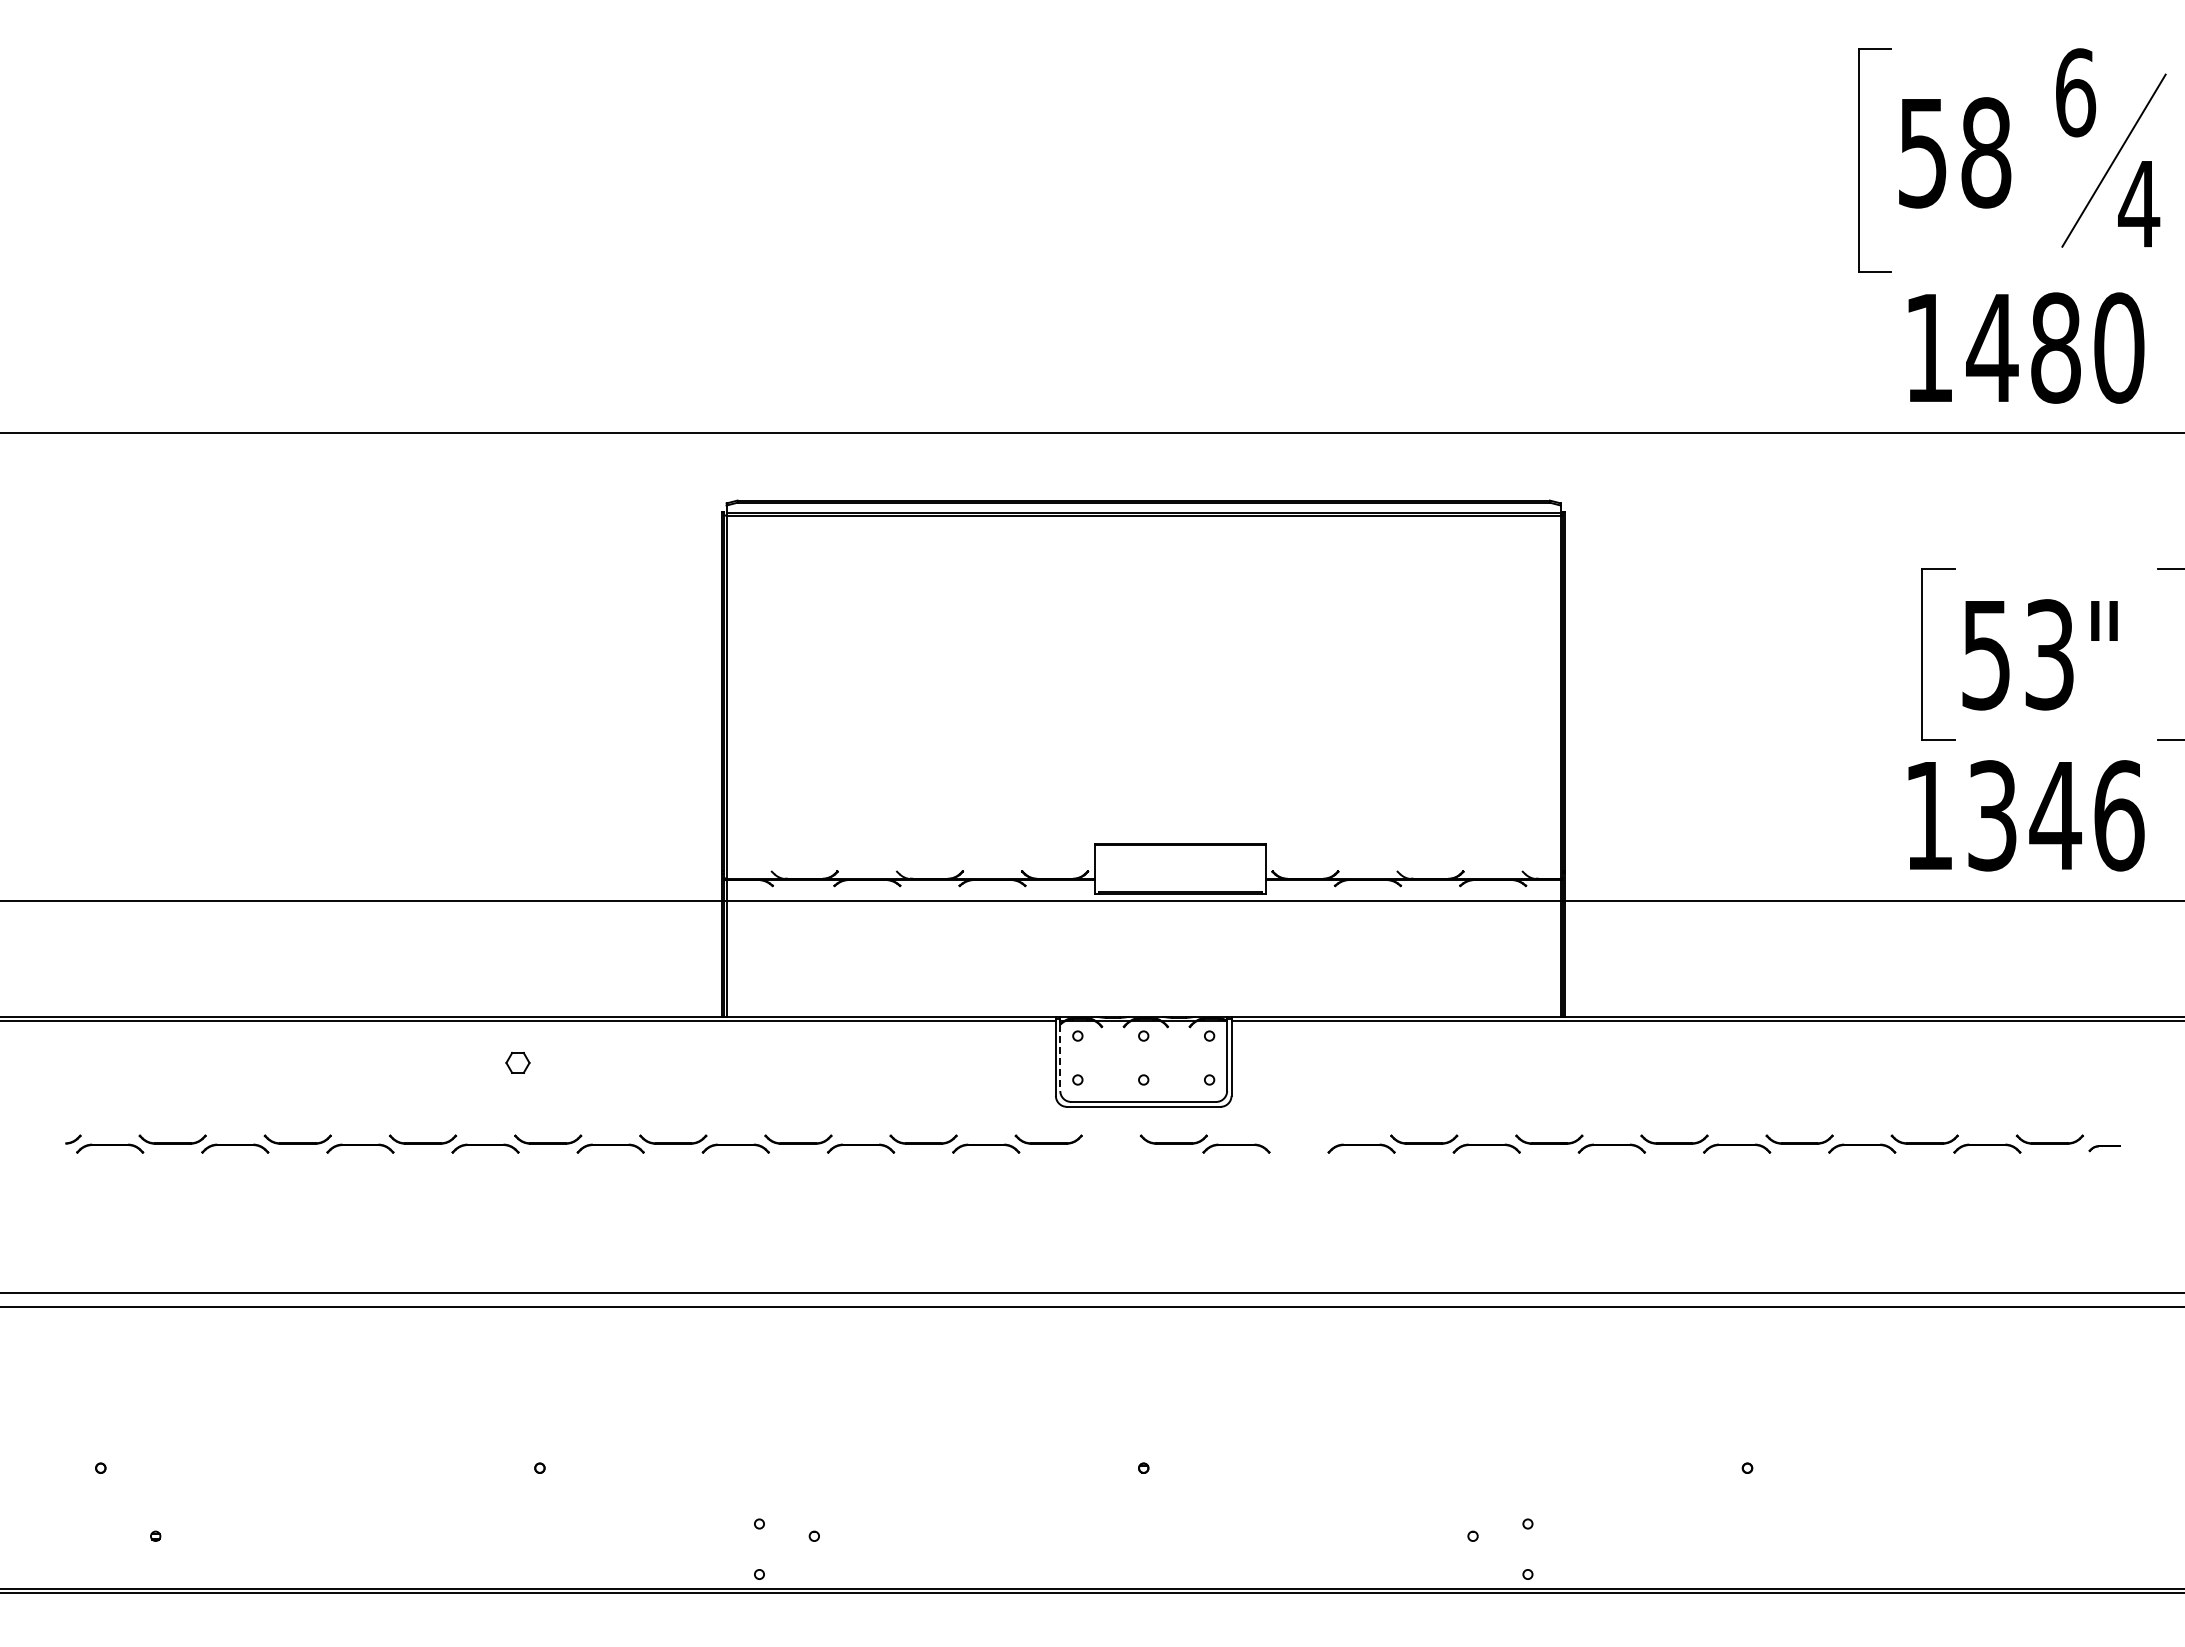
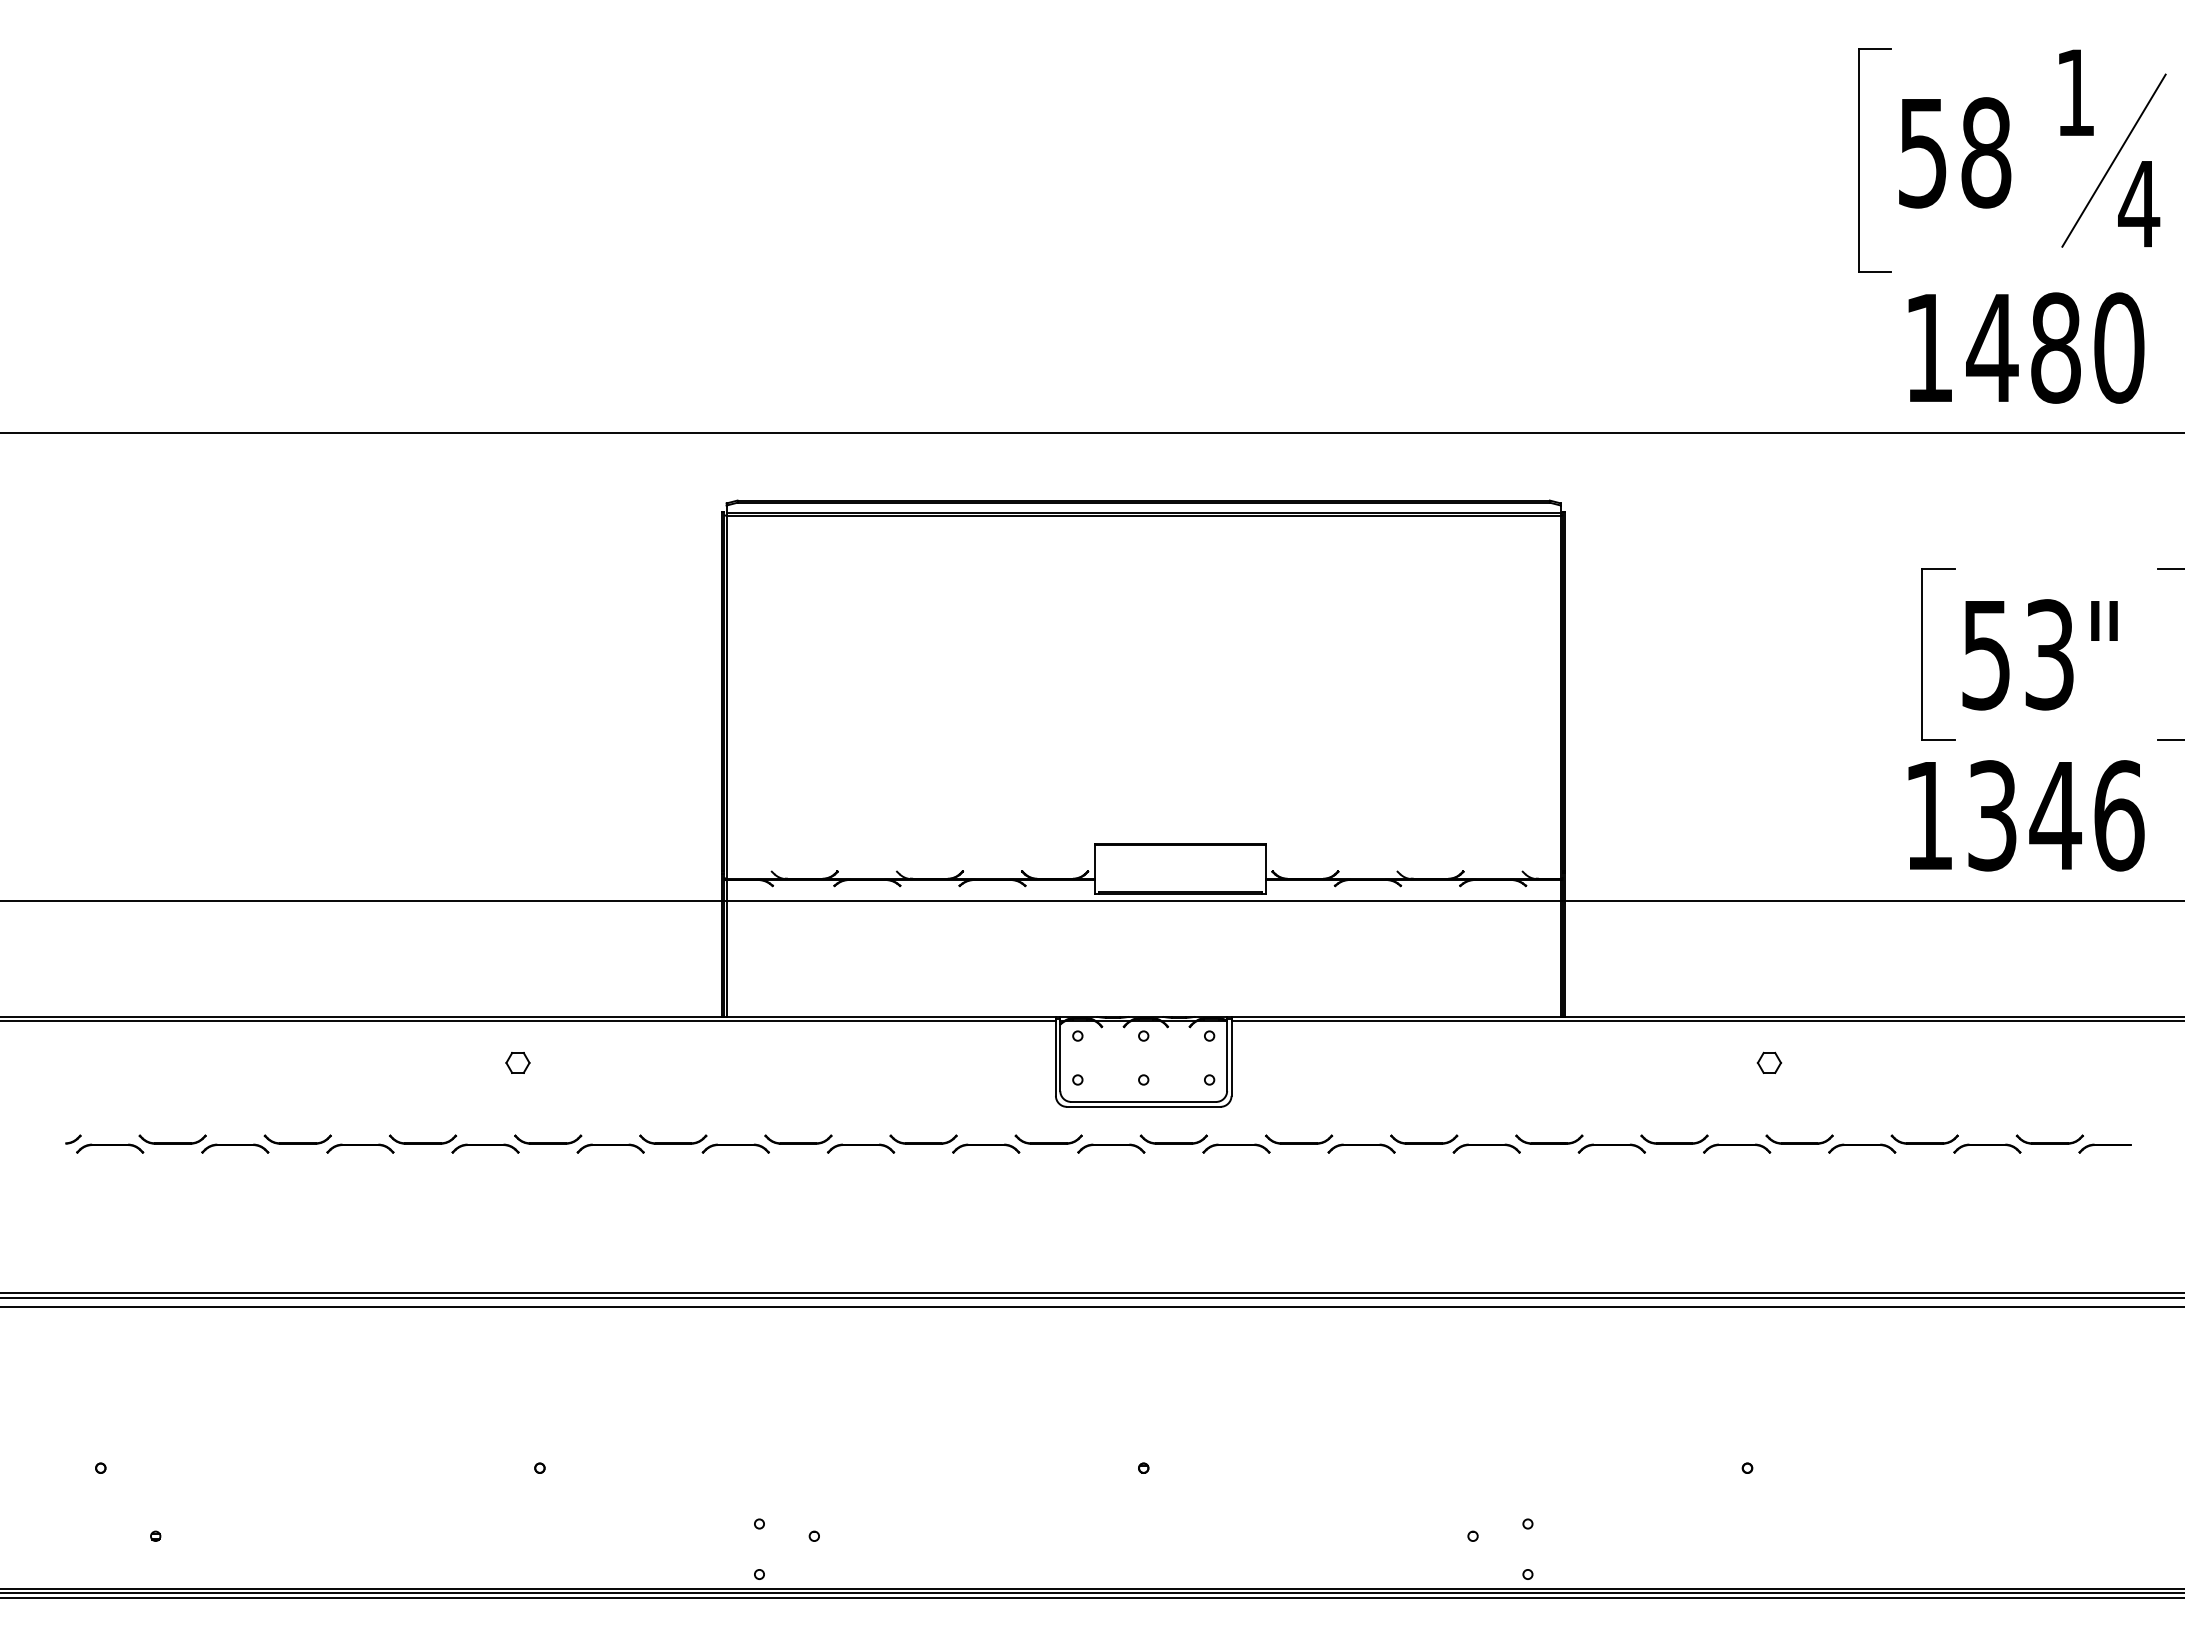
text at (2076, 92): 6 -> 1
line at (1060, 1058): dashed -> solid
part at (1769, 1062): none -> present
part at (1299, 1139): none -> present
part at (1111, 1148): none -> present
part at (2104, 1148) size: 33x8 px -> 54x11 px
line at (1091, 1297): none -> present
line at (1091, 1597): none -> present
